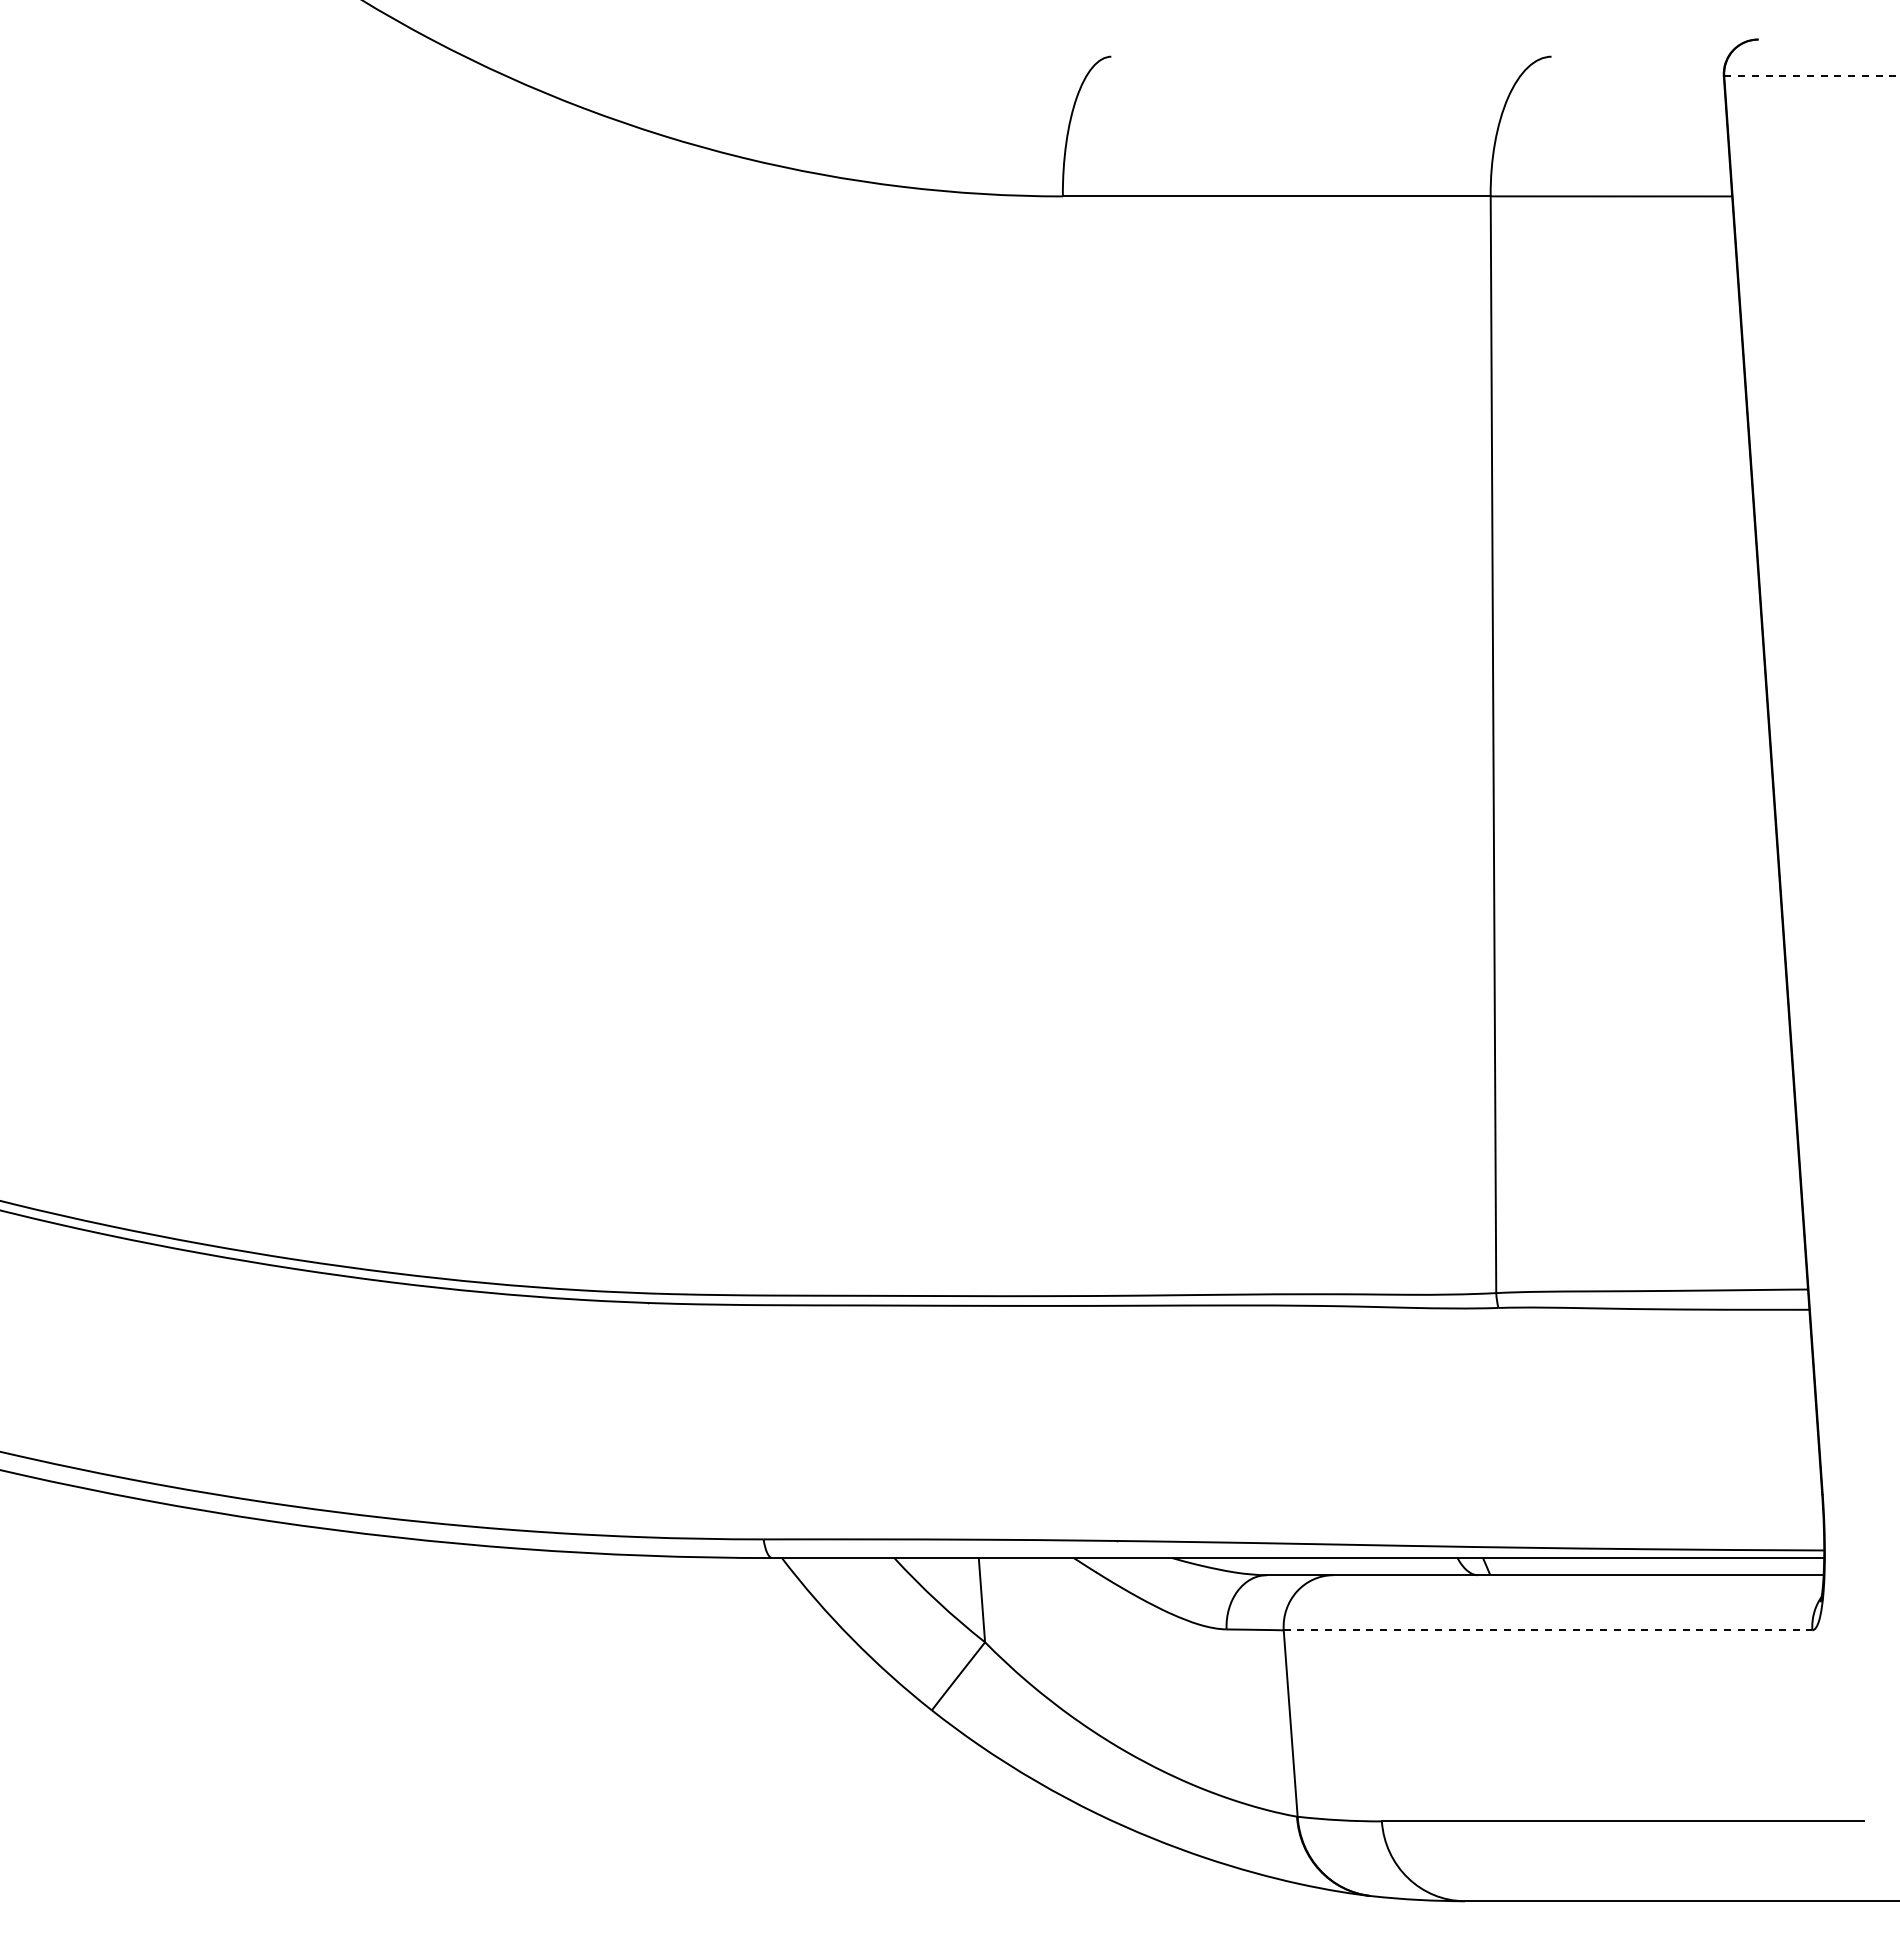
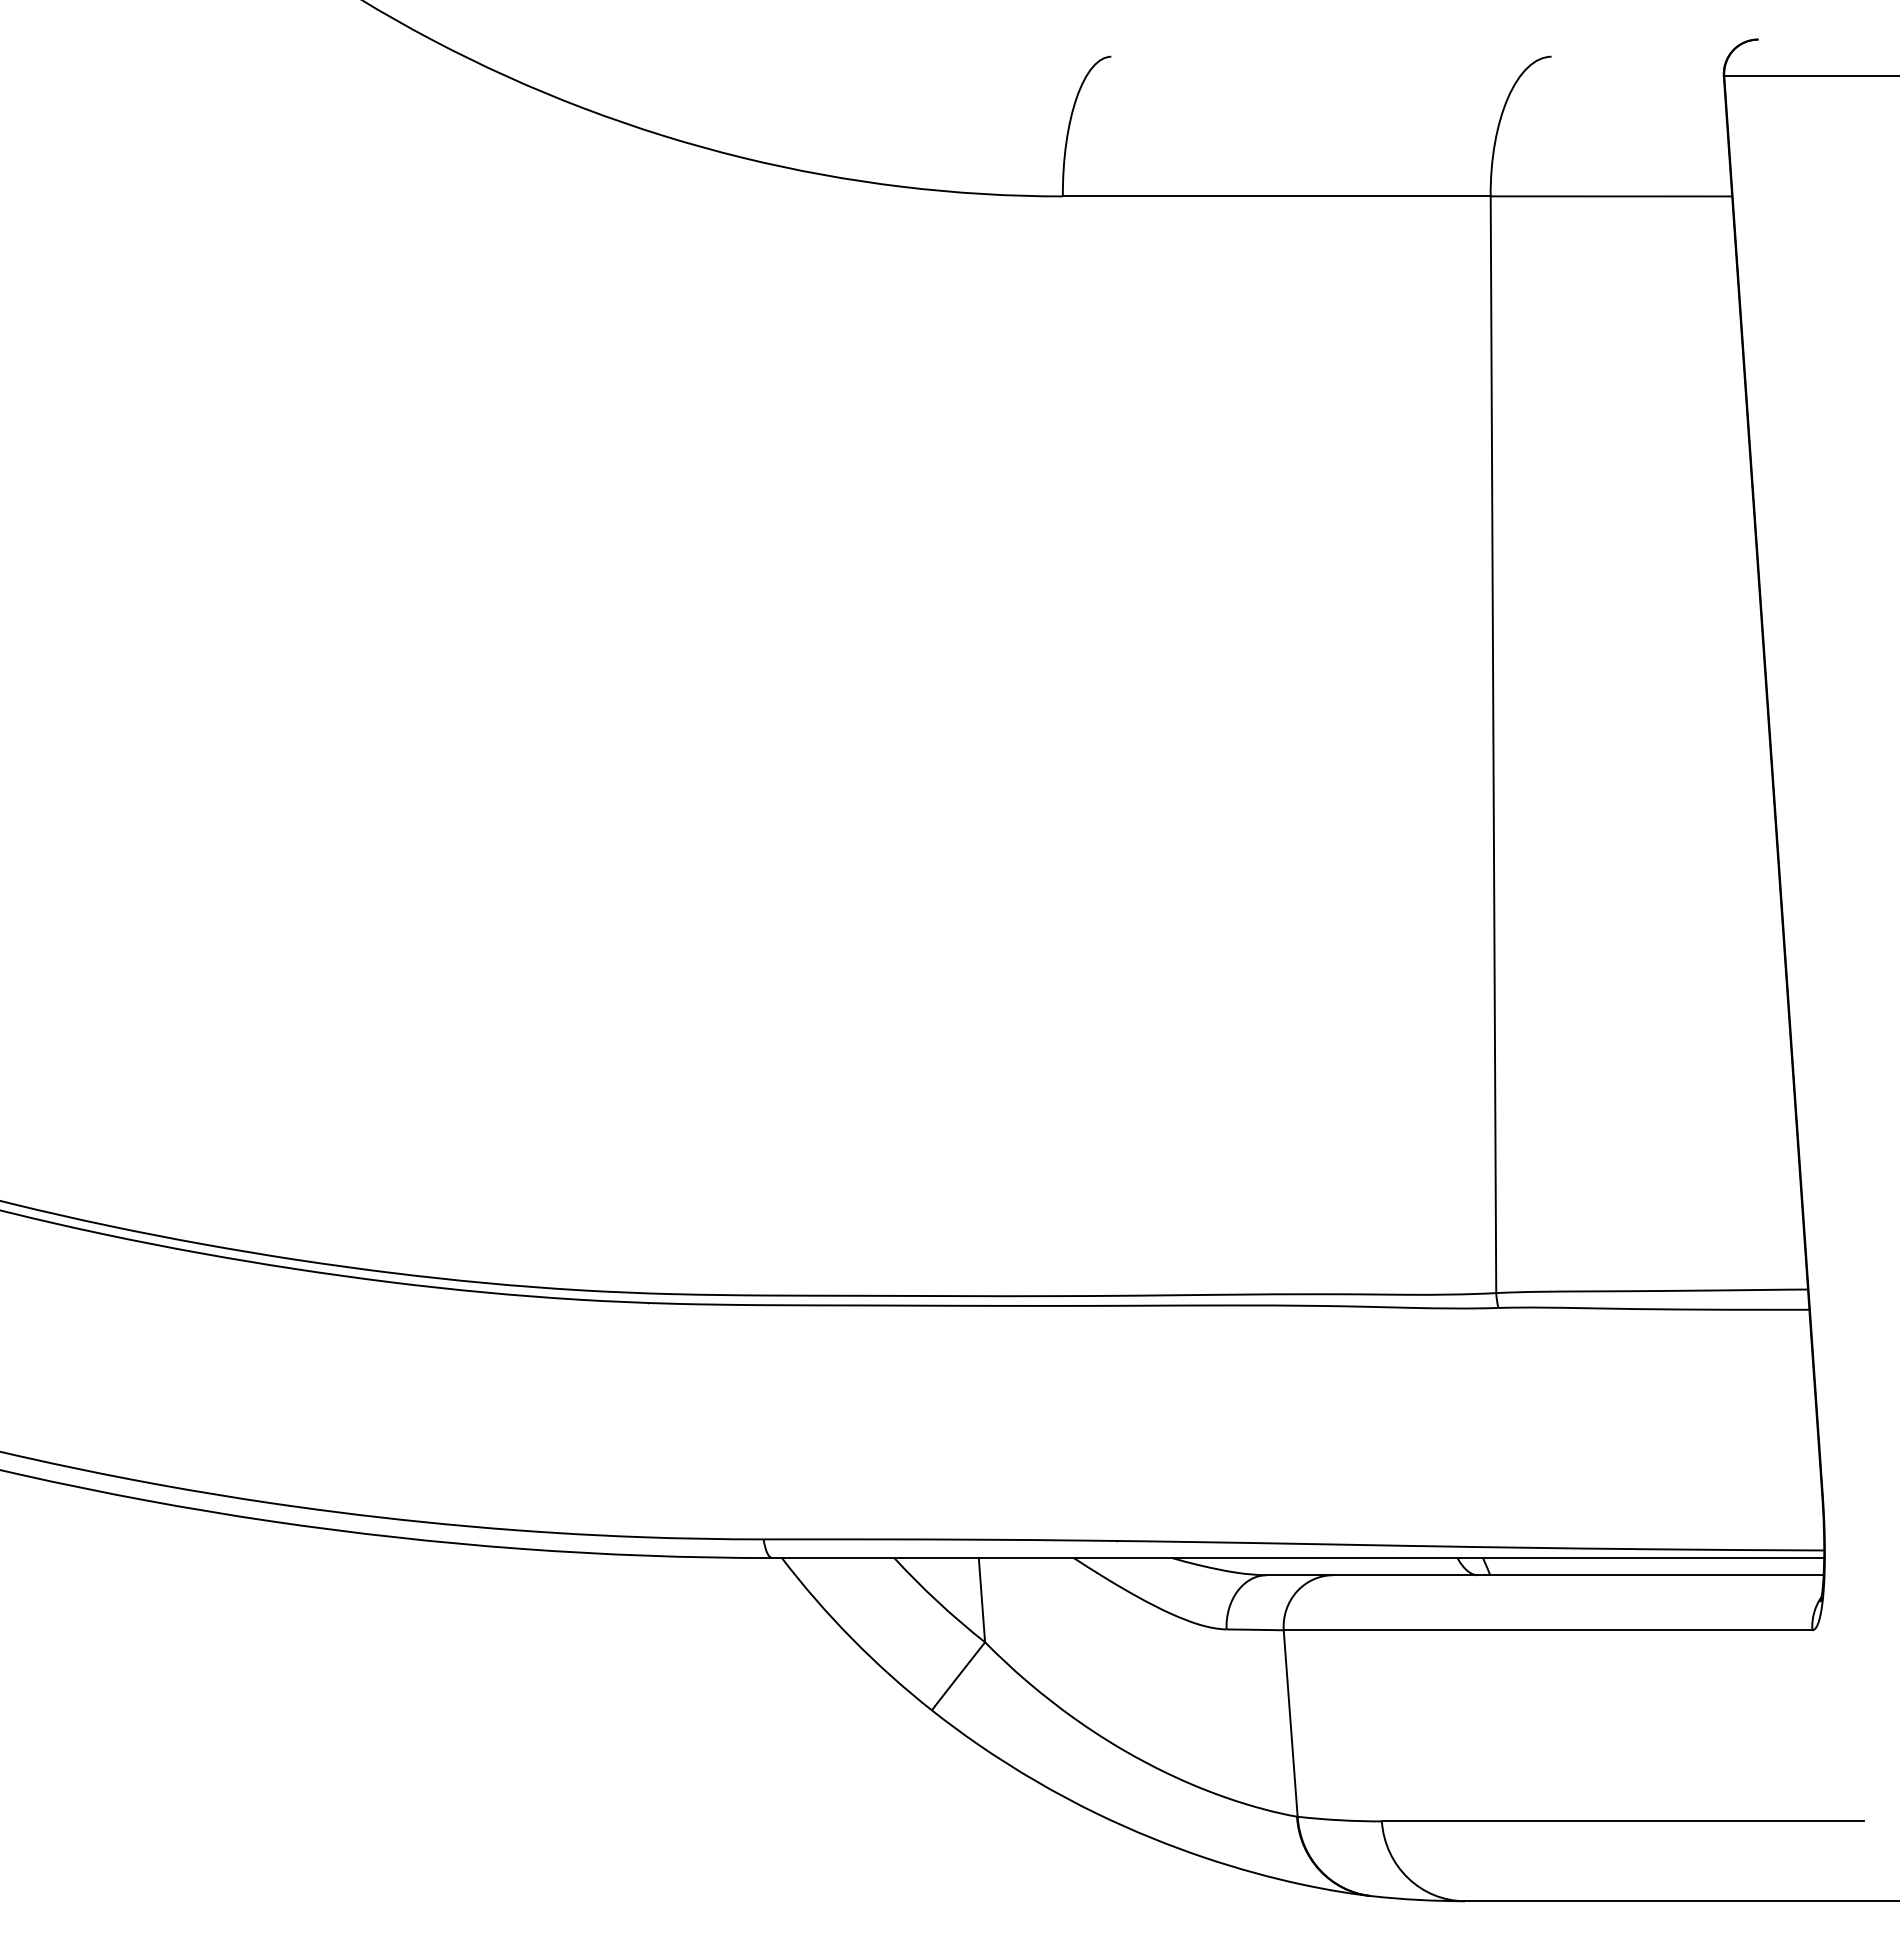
line at (1812, 76): dashed -> solid
line at (1548, 1630): dashed -> solid
